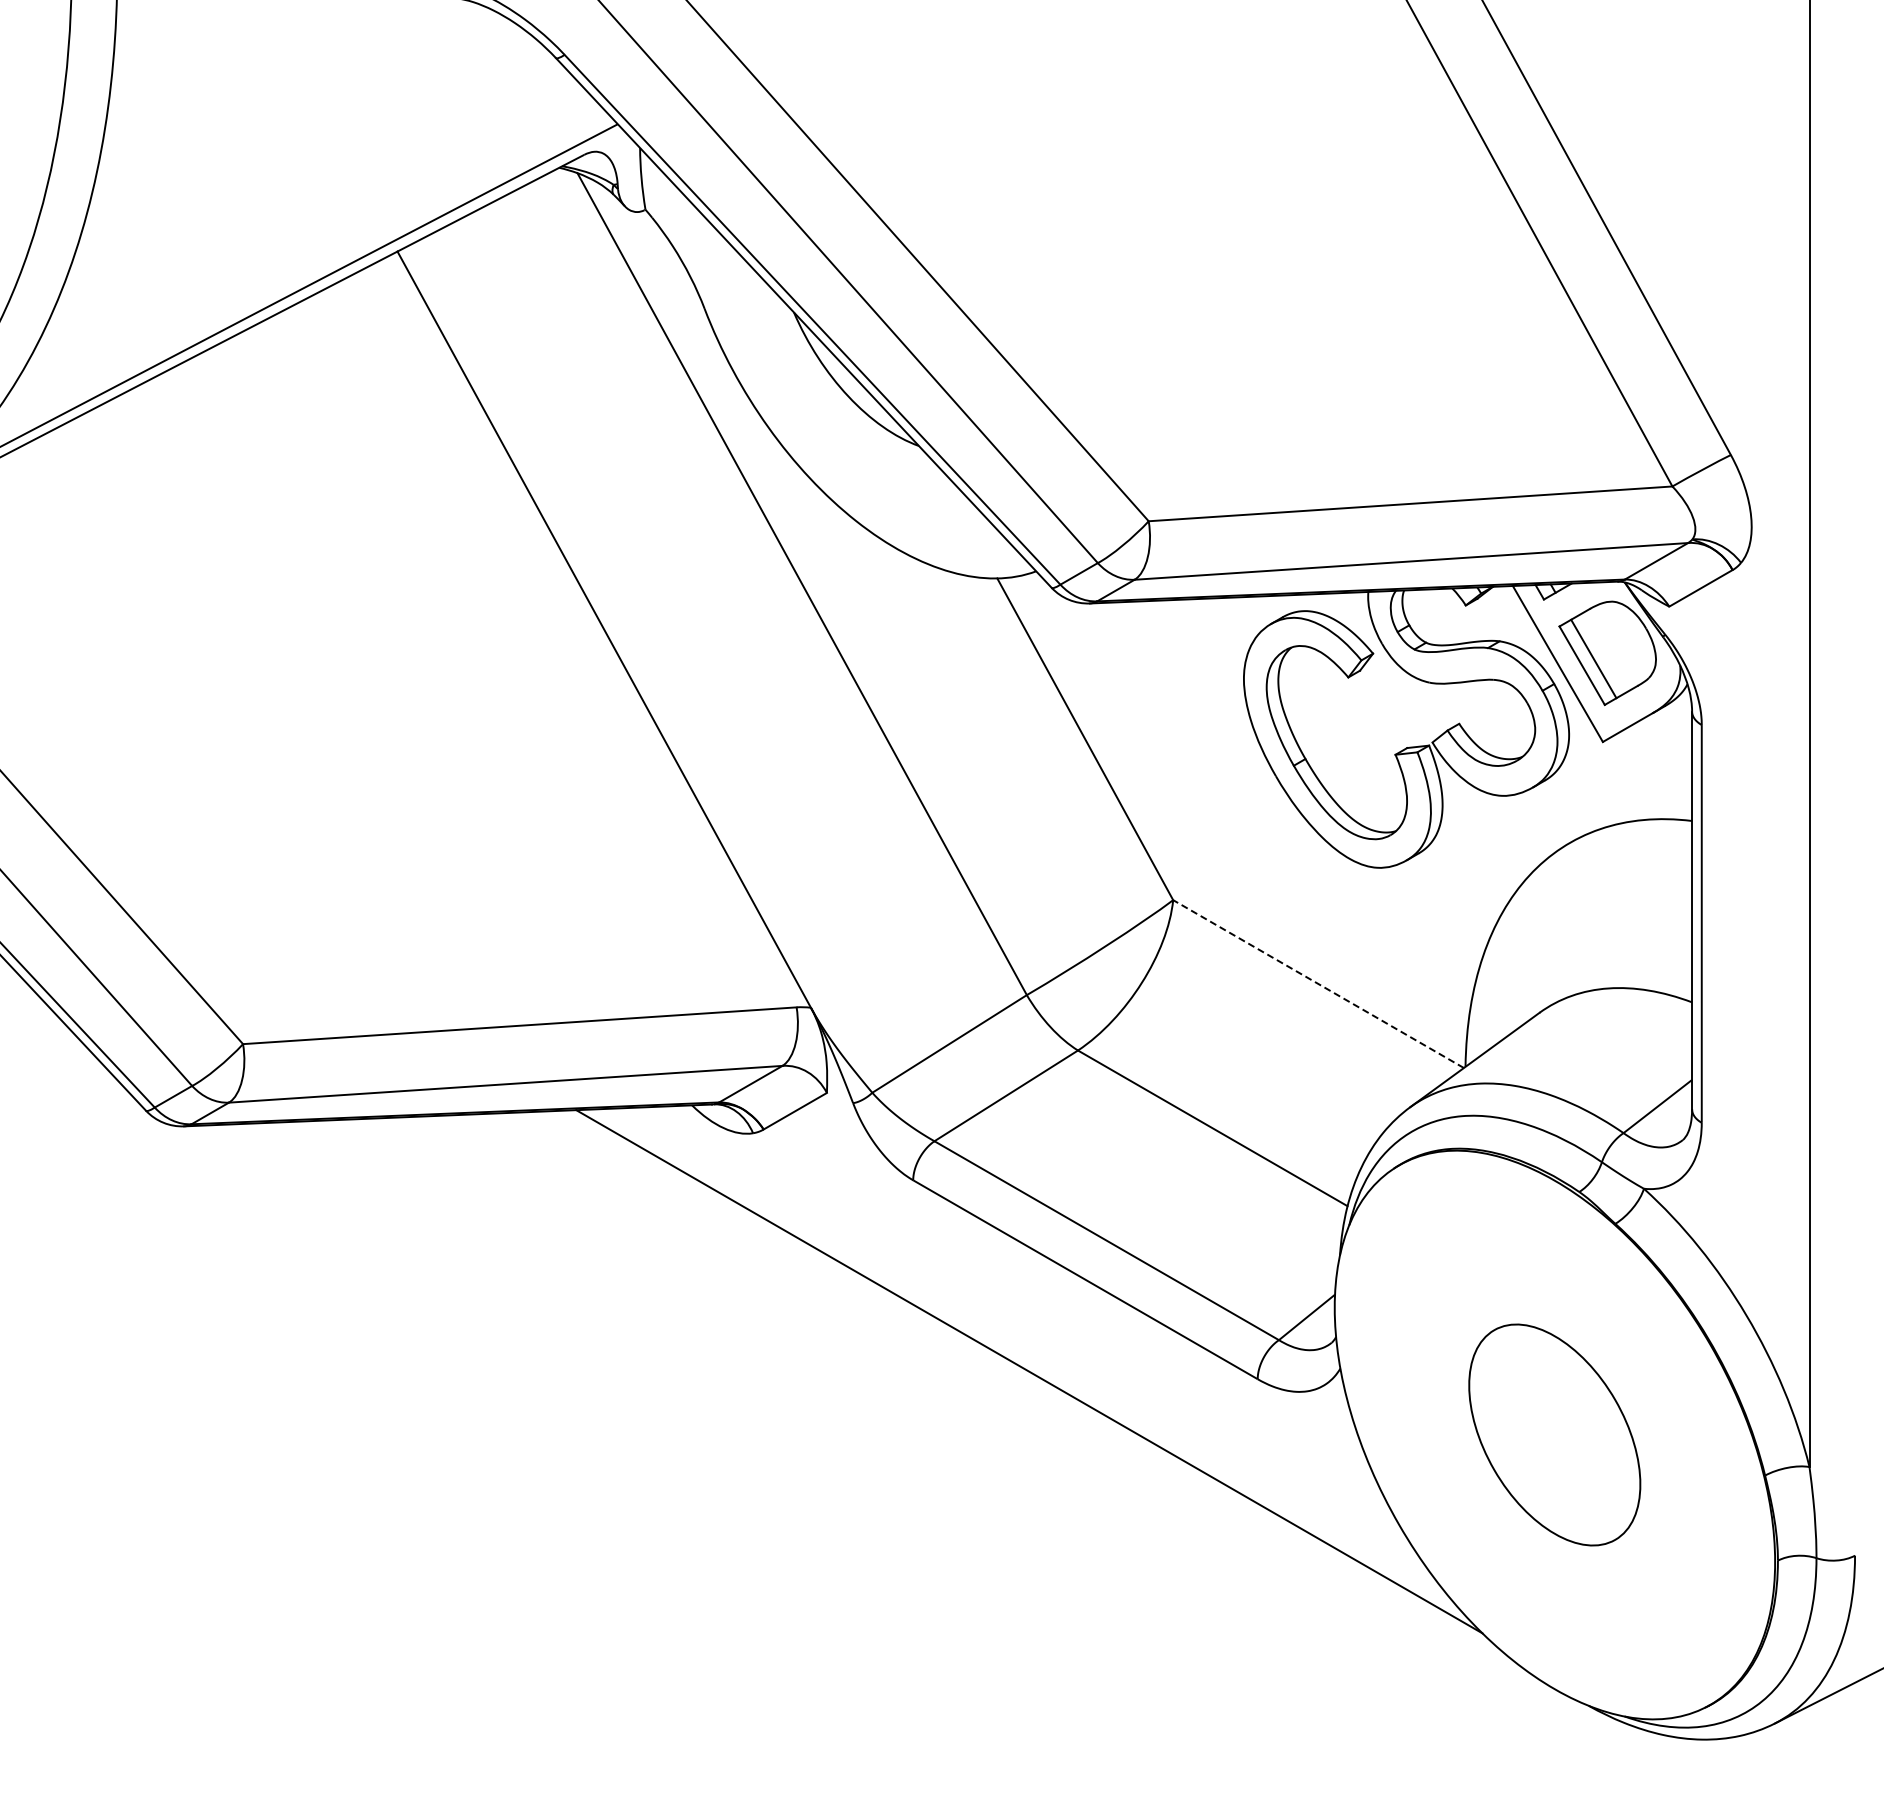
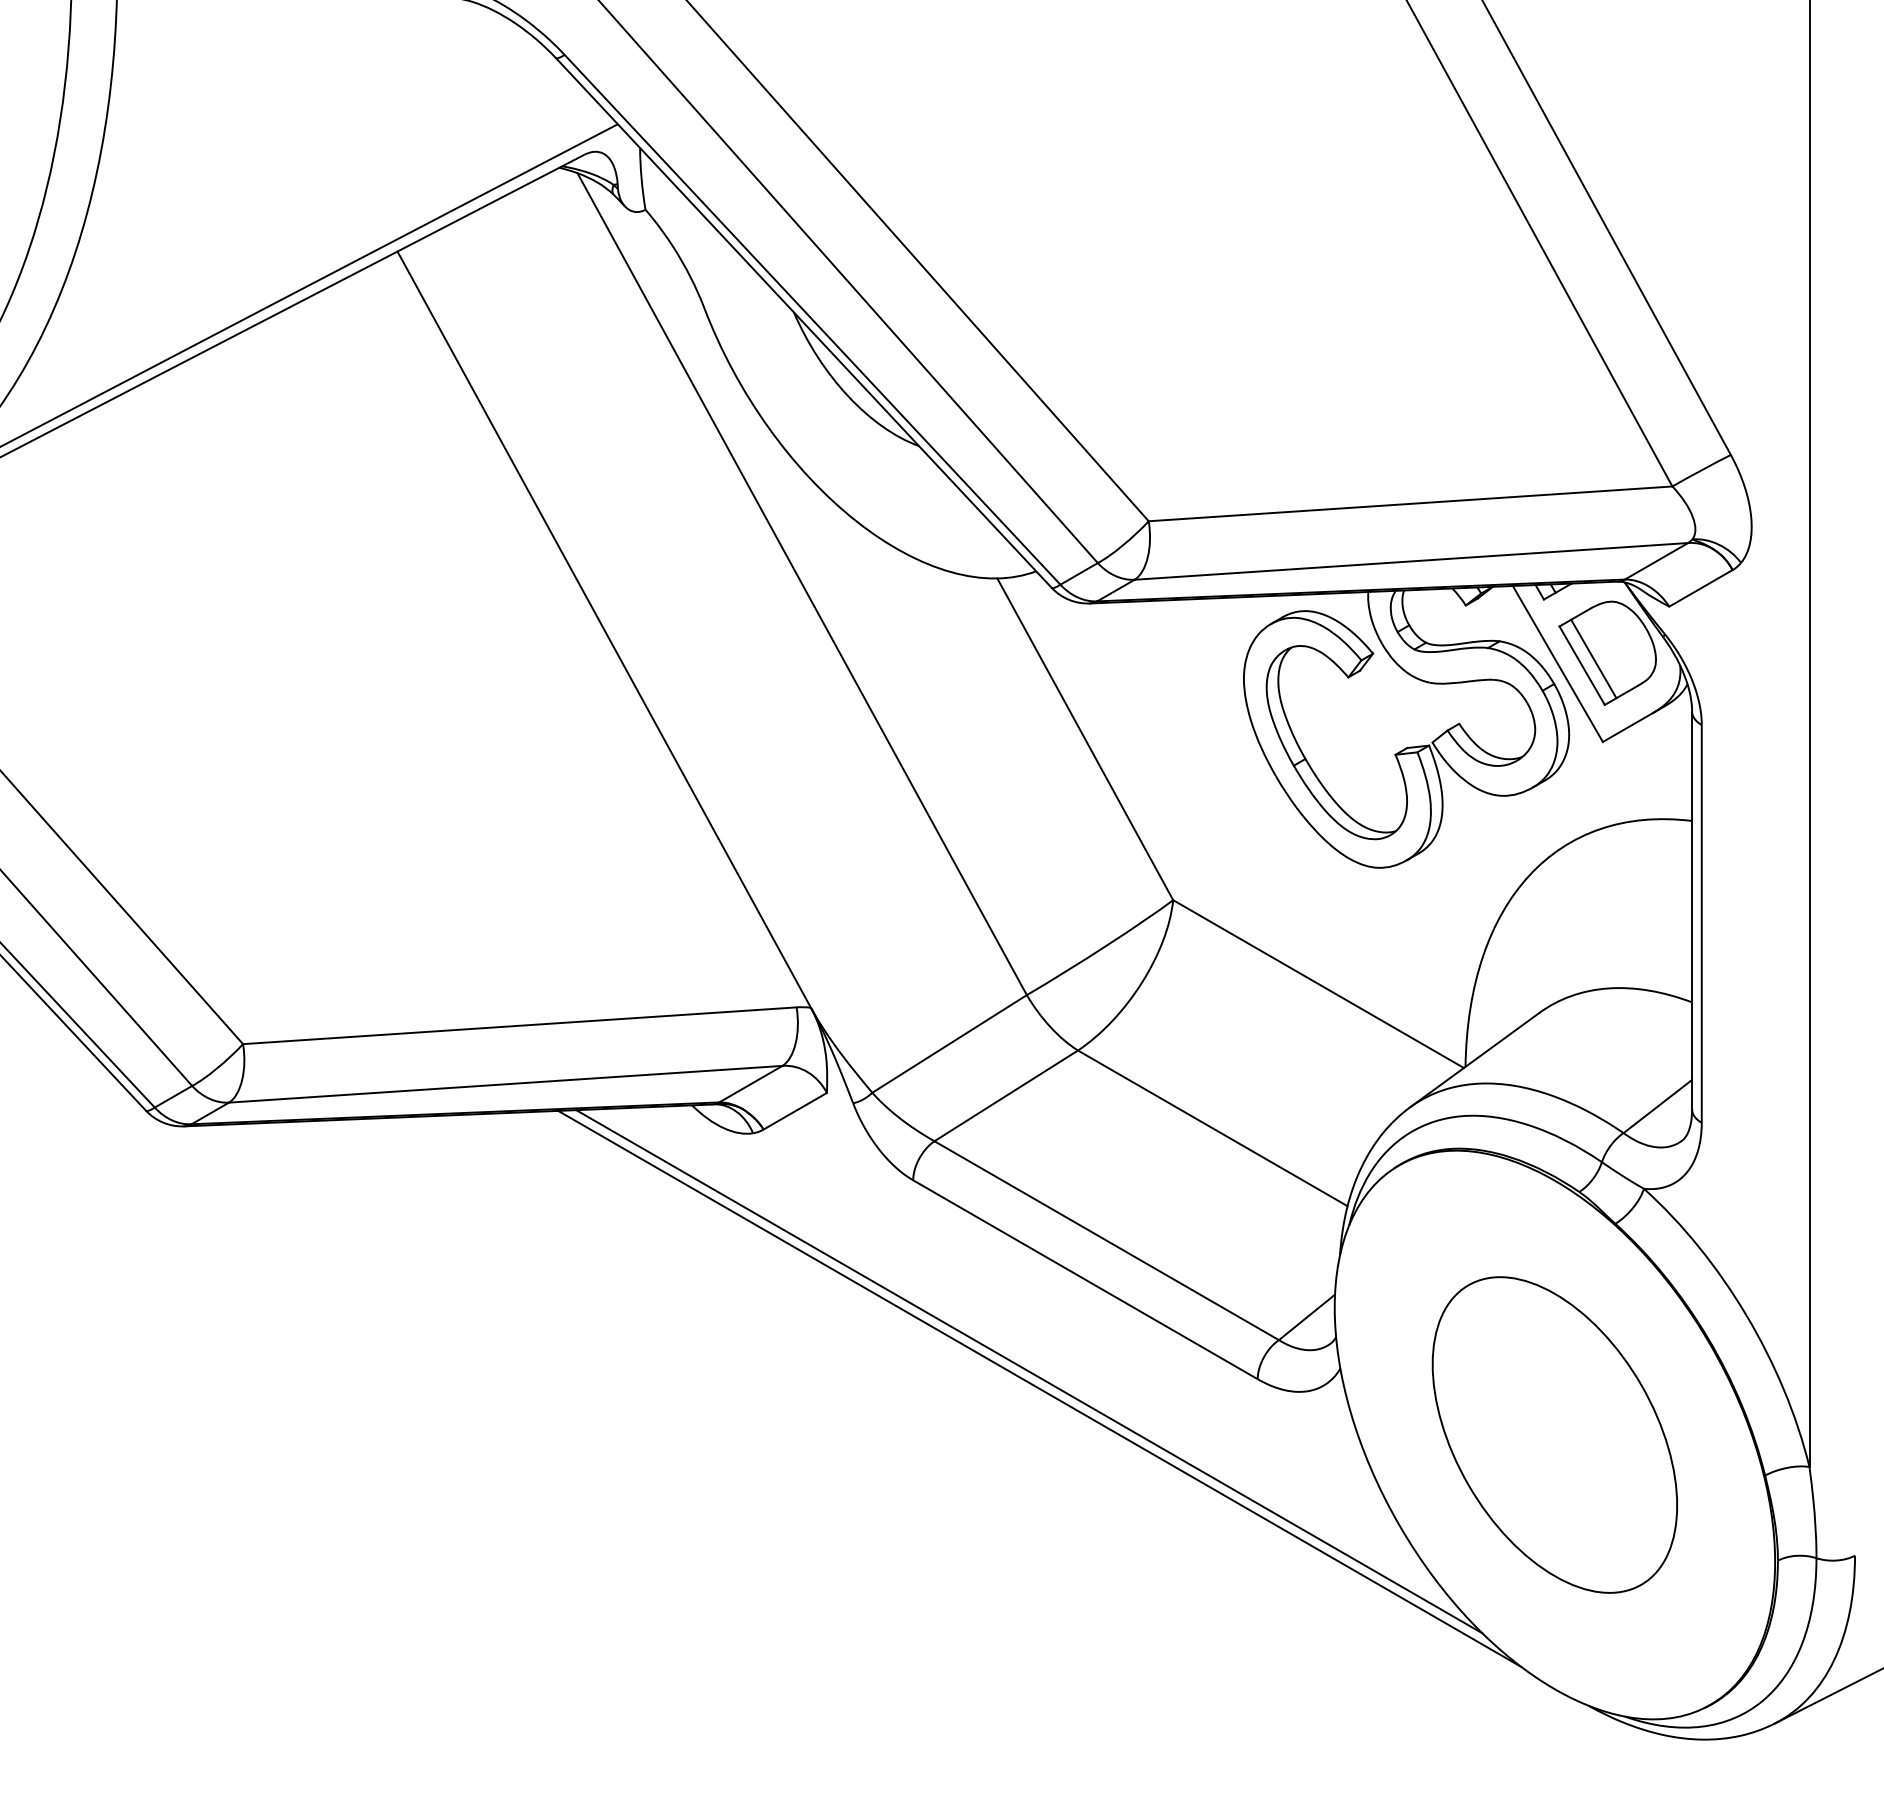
line at (1318, 984): dashed -> solid
line at (1039, 1388): none -> present
part at (1554, 1434) size: 174x224 px -> 247x318 px
